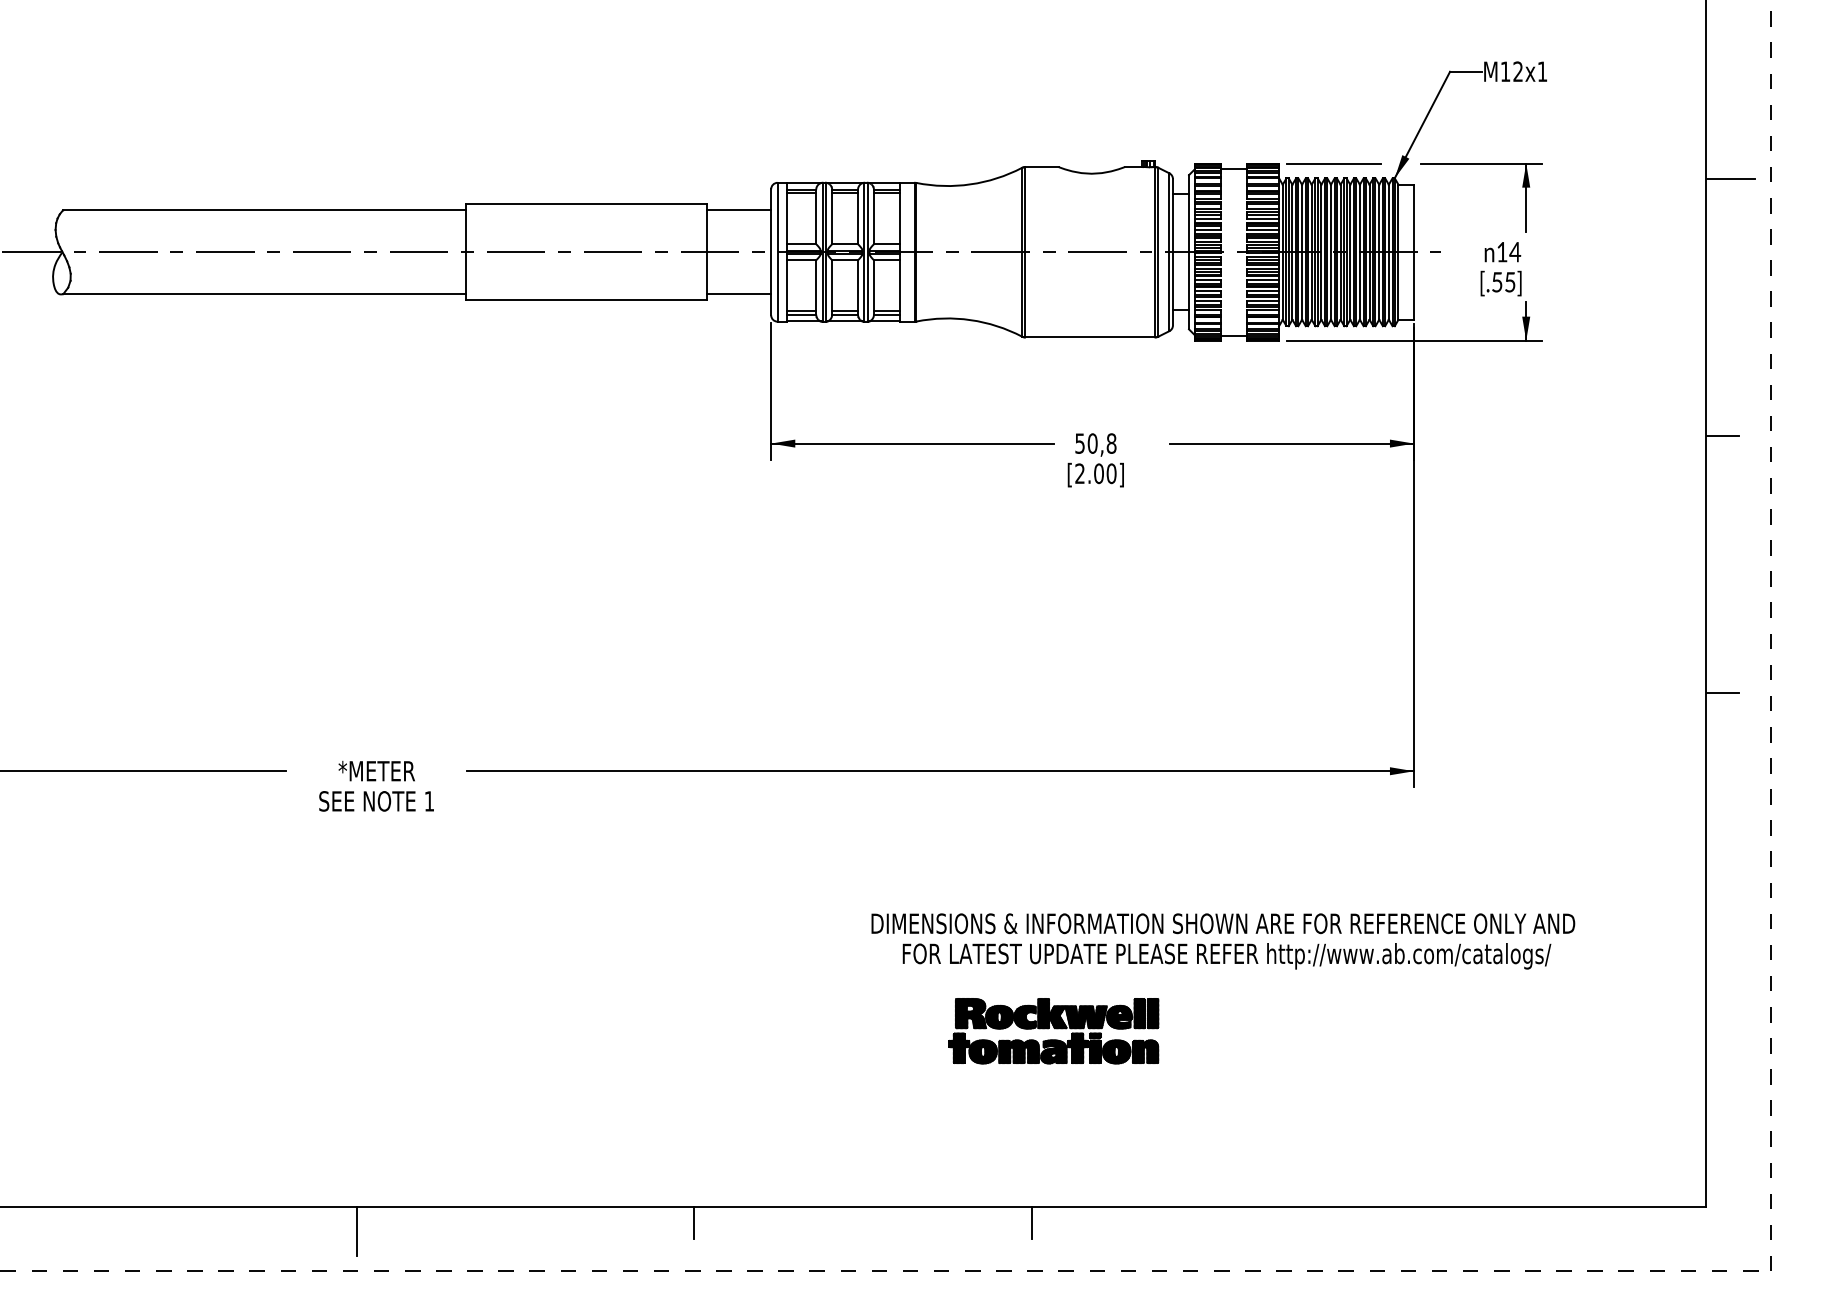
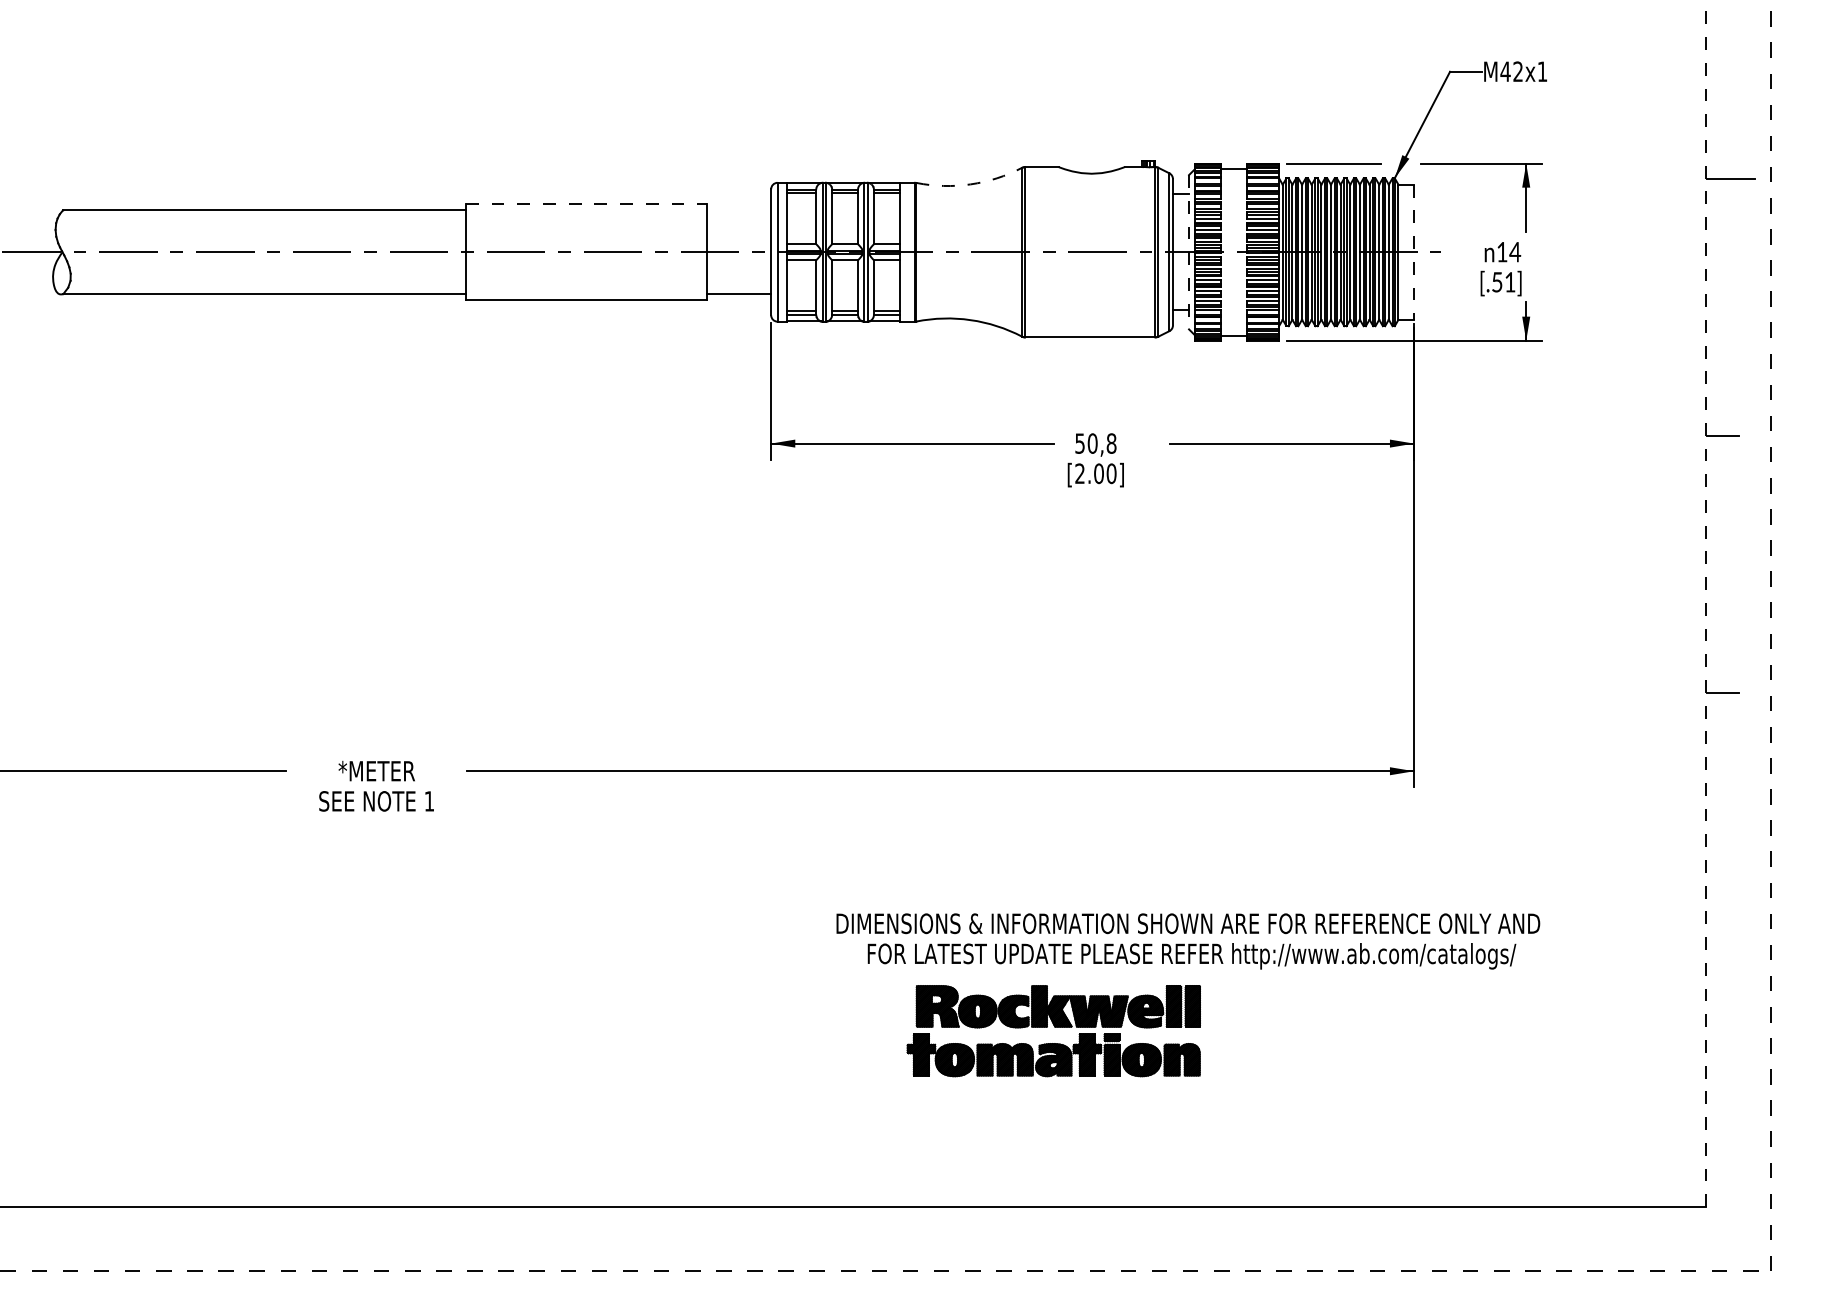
text at (1505, 71): M12x1 -> M42x1
arc at (970, 184): solid -> dashed
line at (586, 204): solid -> dashed
line at (738, 210): present -> none
line at (1189, 252): solid -> dashed
line at (1414, 252): solid -> dashed
text at (1510, 282): [.55] -> [.51]
line at (1706, 603): solid -> dashed
text at (1223, 941) position: (1223, 941) -> (1188, 941)
part at (1053, 1031) size: 212x67 px -> 295x93 px
line at (694, 1223): present -> none
line at (1031, 1223): present -> none
line at (357, 1231): present -> none
